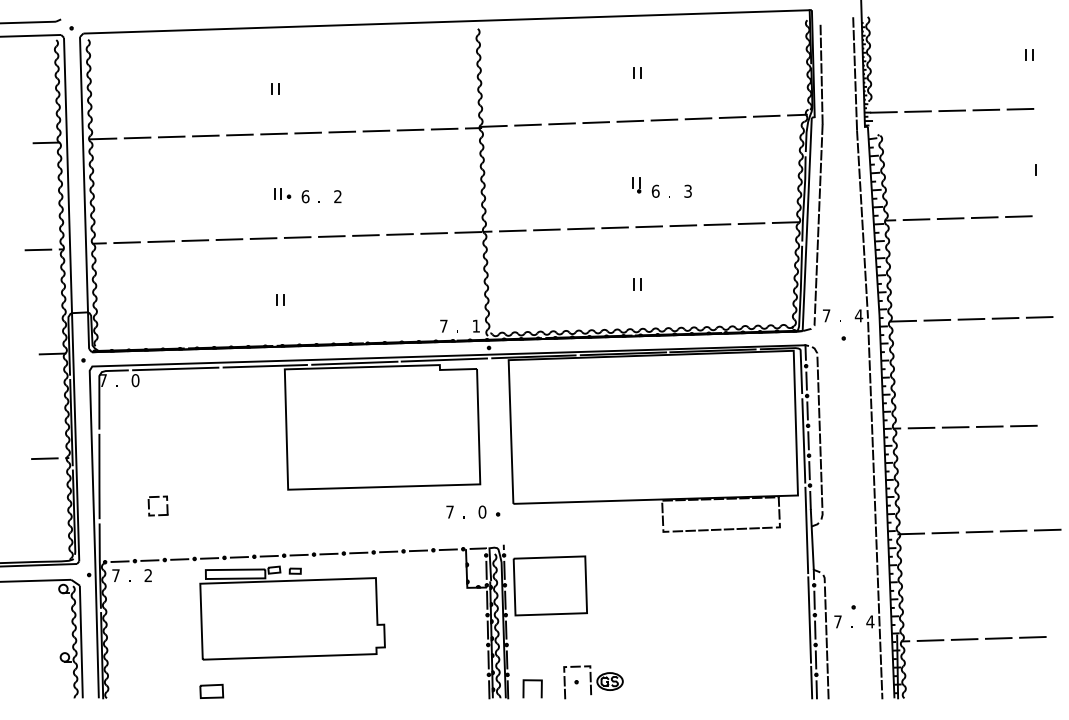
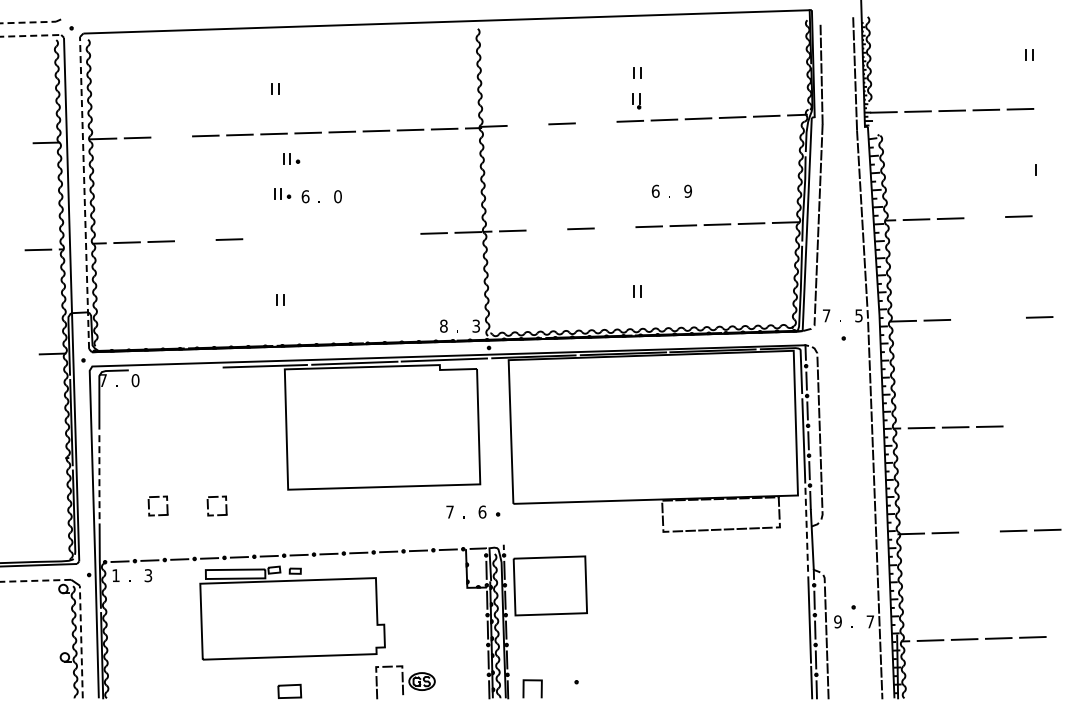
line at (27, 22): solid -> dashed
line at (31, 35): solid -> dashed
line at (596, 122): present -> none
line at (527, 124): present -> none
line at (171, 136): present -> none
part at (291, 158): none -> present
part at (636, 185) position: (636, 185) -> (636, 101)
text at (687, 190): 3 -> 9
line at (84, 192): solid -> dashed
text at (337, 196): 2 -> 0
line at (984, 217): present -> none
line at (614, 227): present -> none
line at (546, 229): present -> none
line at (399, 234): present -> none
line at (365, 235): present -> none
line at (331, 236): present -> none
line at (297, 237): present -> none
line at (263, 238): present -> none
line at (195, 240): present -> none
part at (637, 284) position: (637, 284) -> (637, 291)
text at (858, 315): 4 -> 5
line at (971, 318): present -> none
line at (1005, 318): present -> none
text at (443, 325): 7 -> 8
text at (475, 325): 1 -> 3
line at (175, 368): present -> none
line at (1023, 425): present -> none
line at (44, 458): present -> none
line at (99, 476): solid -> dashed
part at (216, 497): none -> present
text at (482, 511): 0 -> 6
line at (806, 530): solid -> dashed
line at (979, 531): present -> none
text at (115, 575): 7 -> 1
text at (148, 575): 2 -> 3
line at (35, 580): solid -> dashed
text at (837, 621): 7 -> 9
text at (870, 621): 4 -> 7
line at (81, 641): solid -> dashed
part at (593, 682) position: (593, 682) -> (405, 682)
part at (211, 690) position: (211, 690) -> (289, 690)
